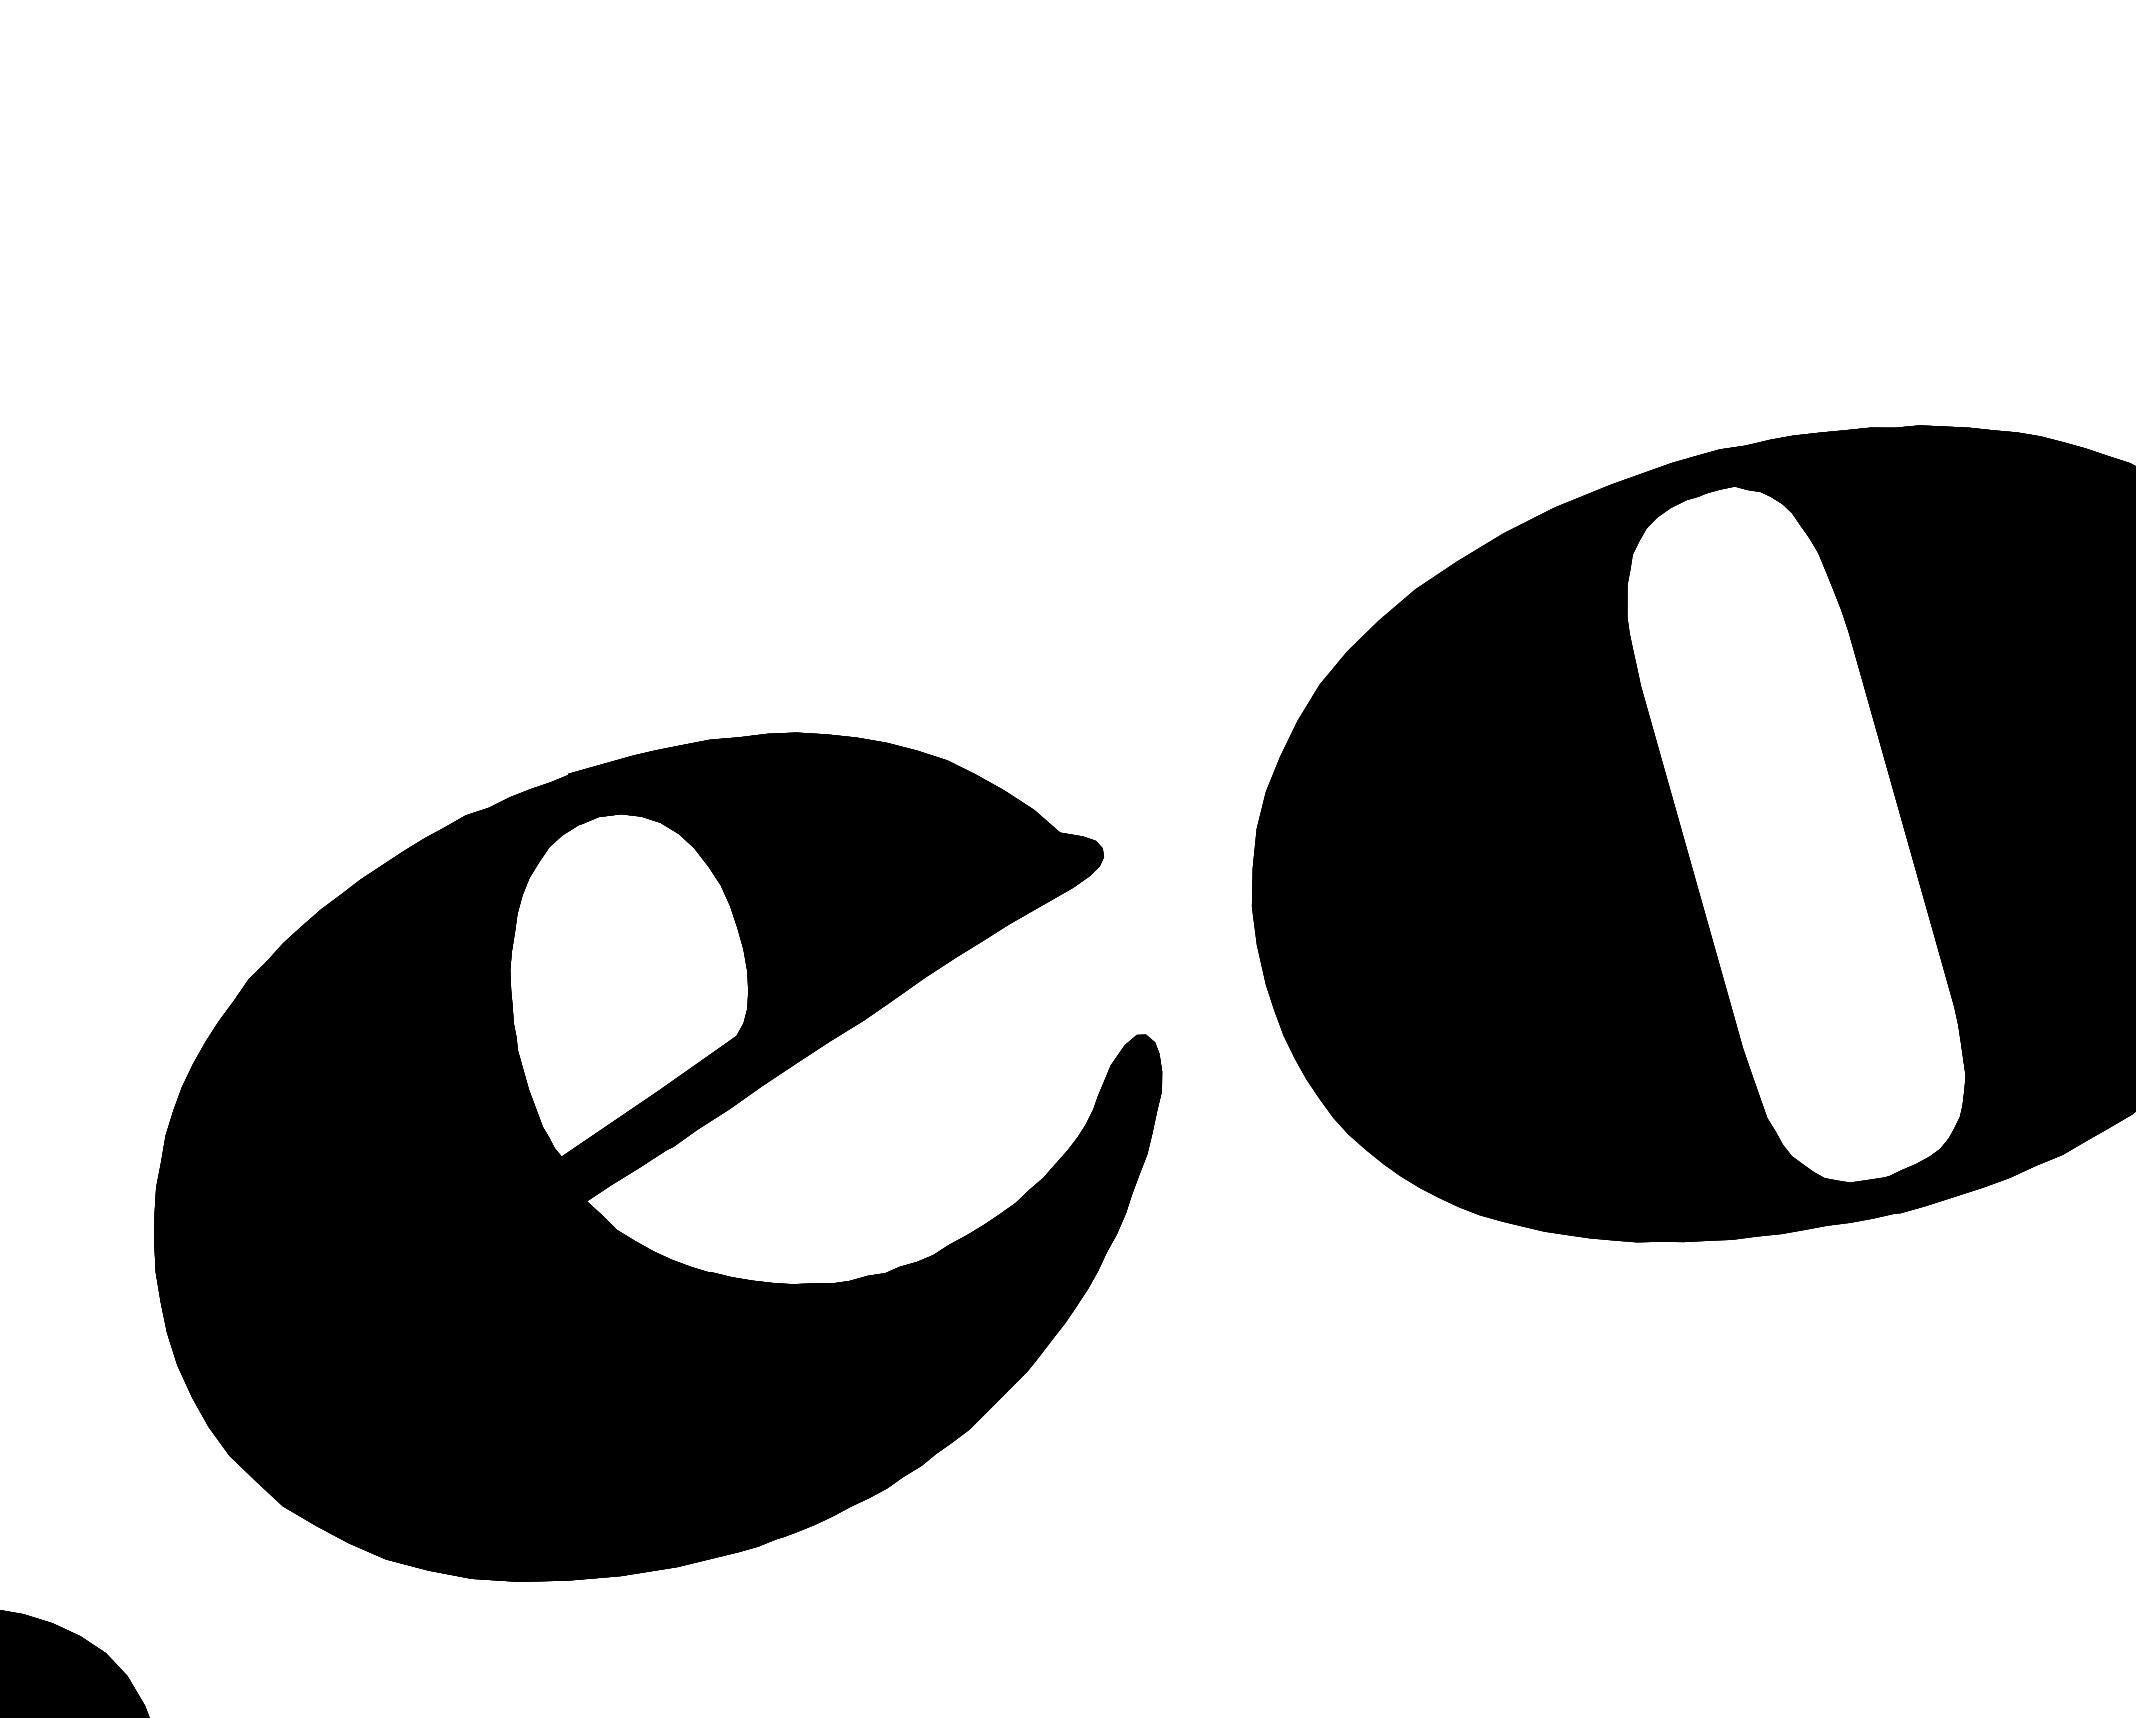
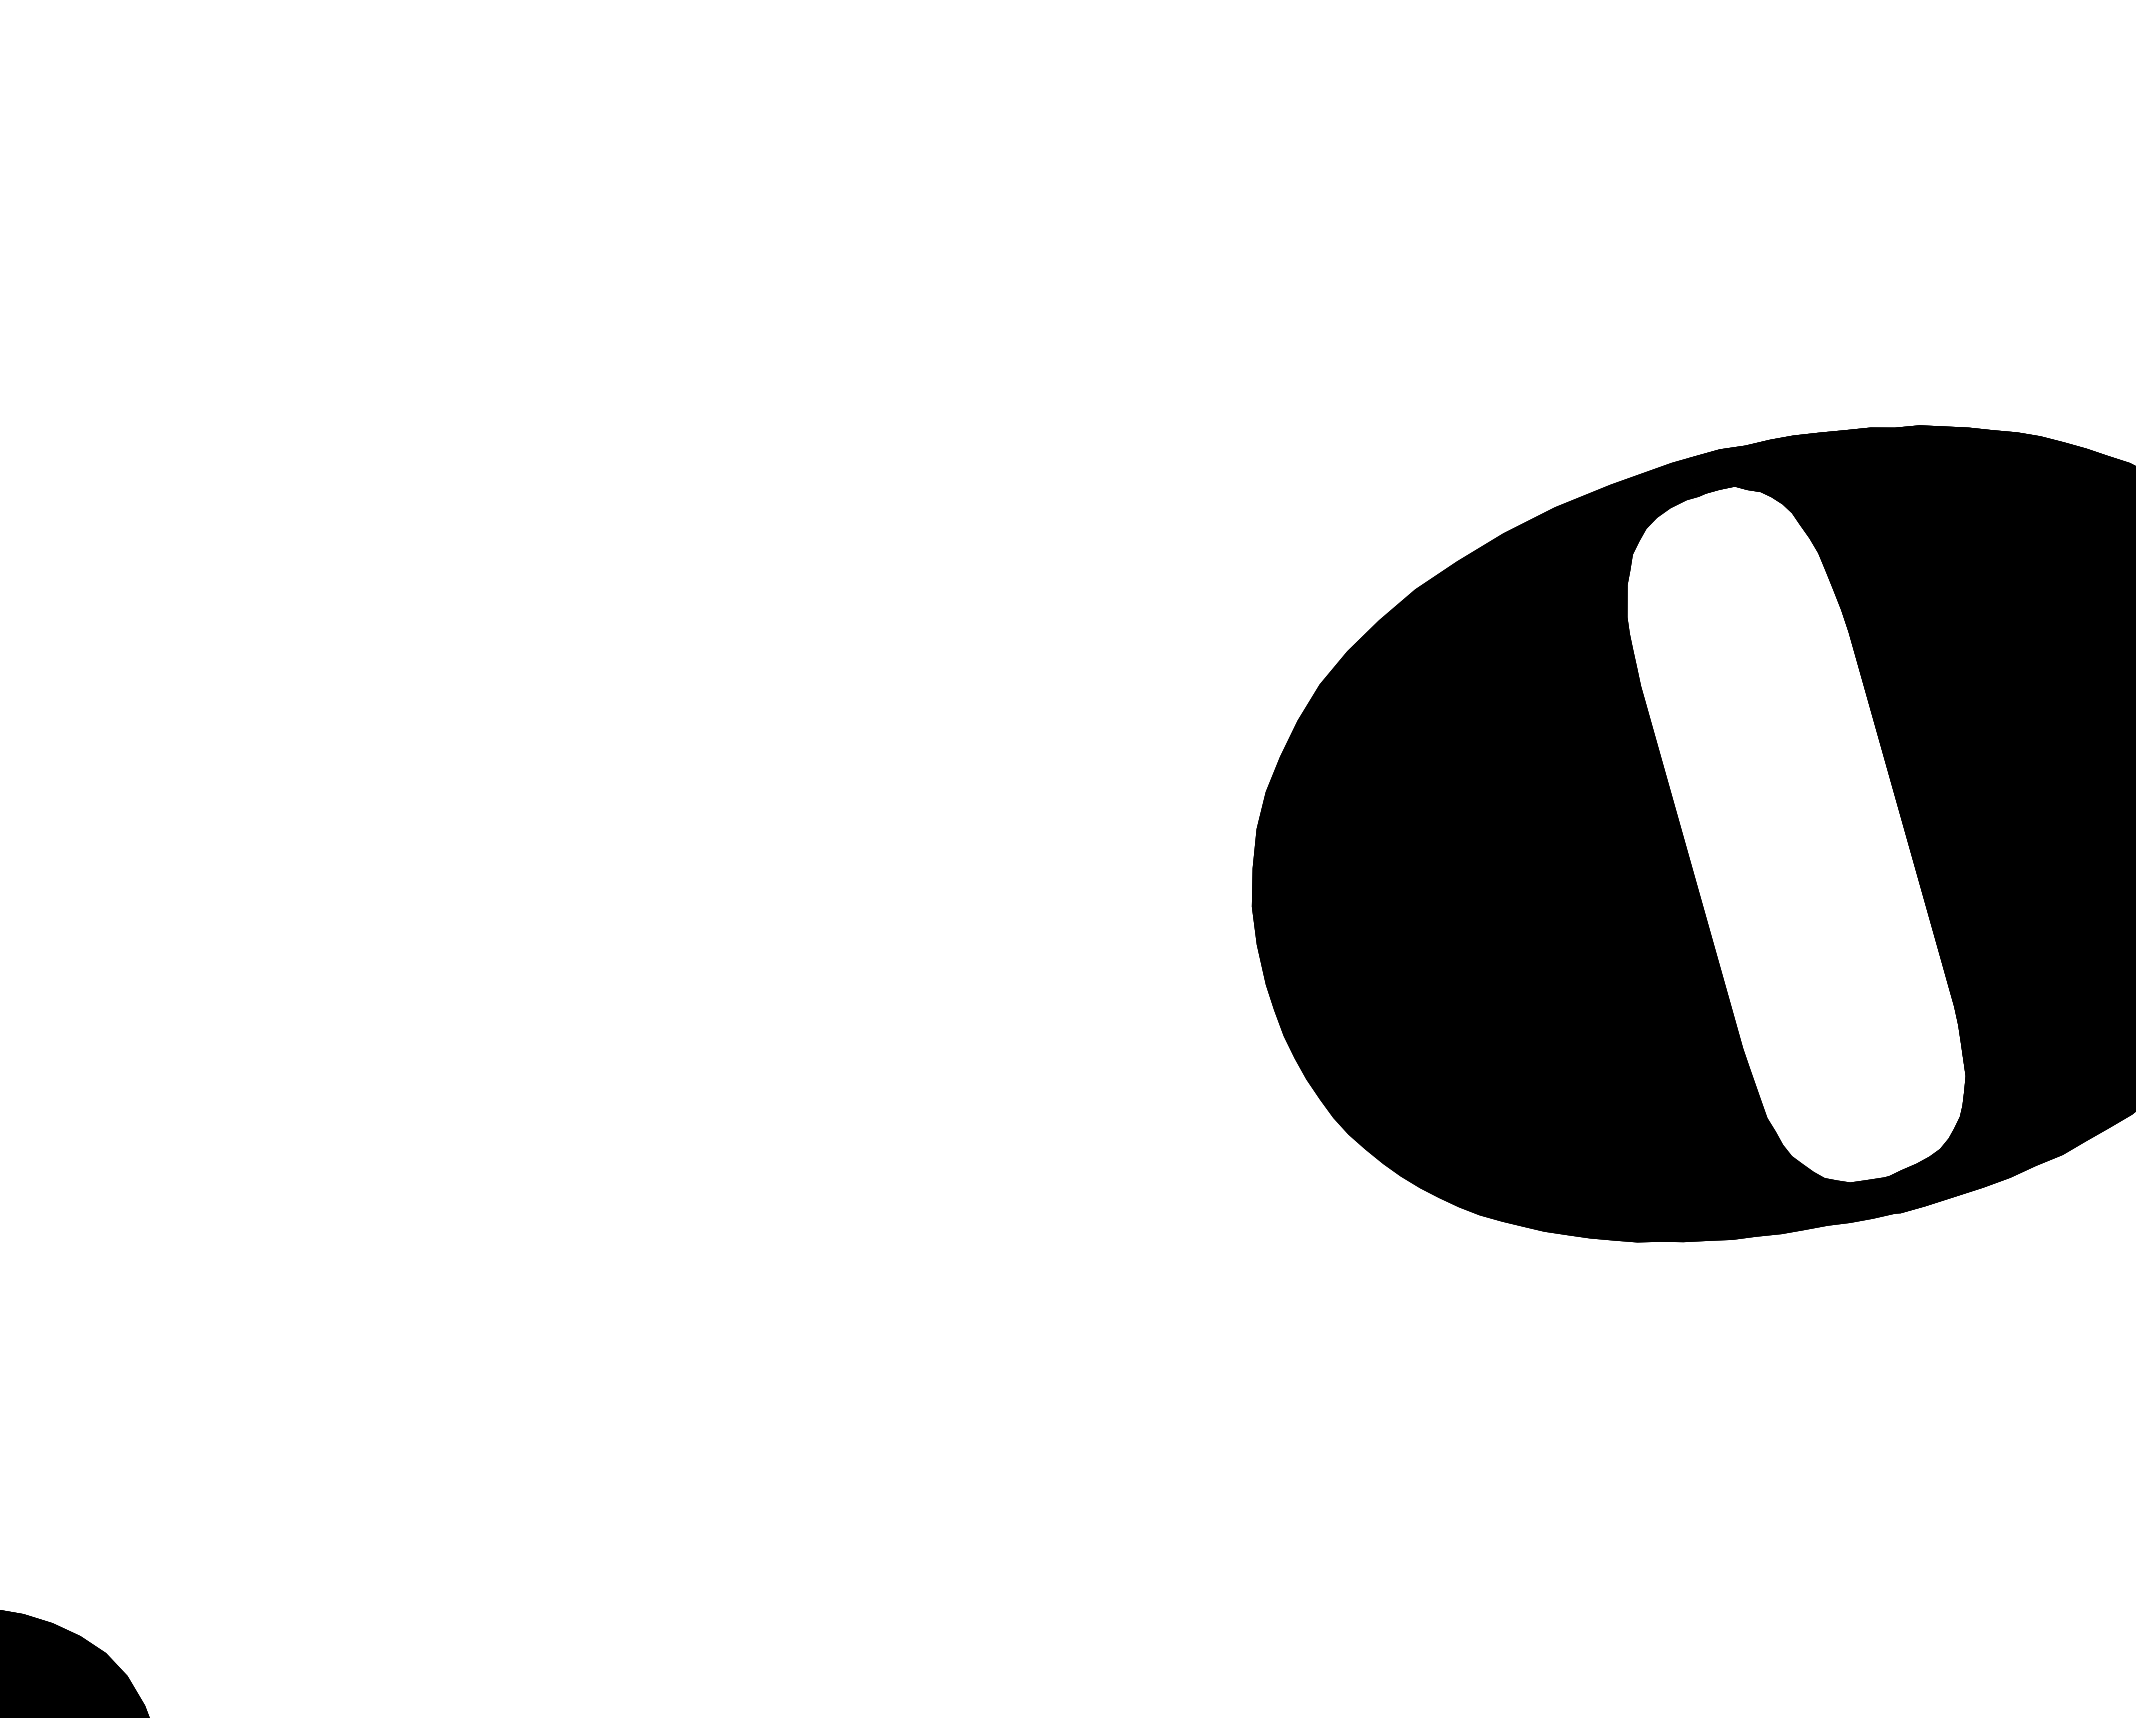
part at (658, 1156): present -> none
